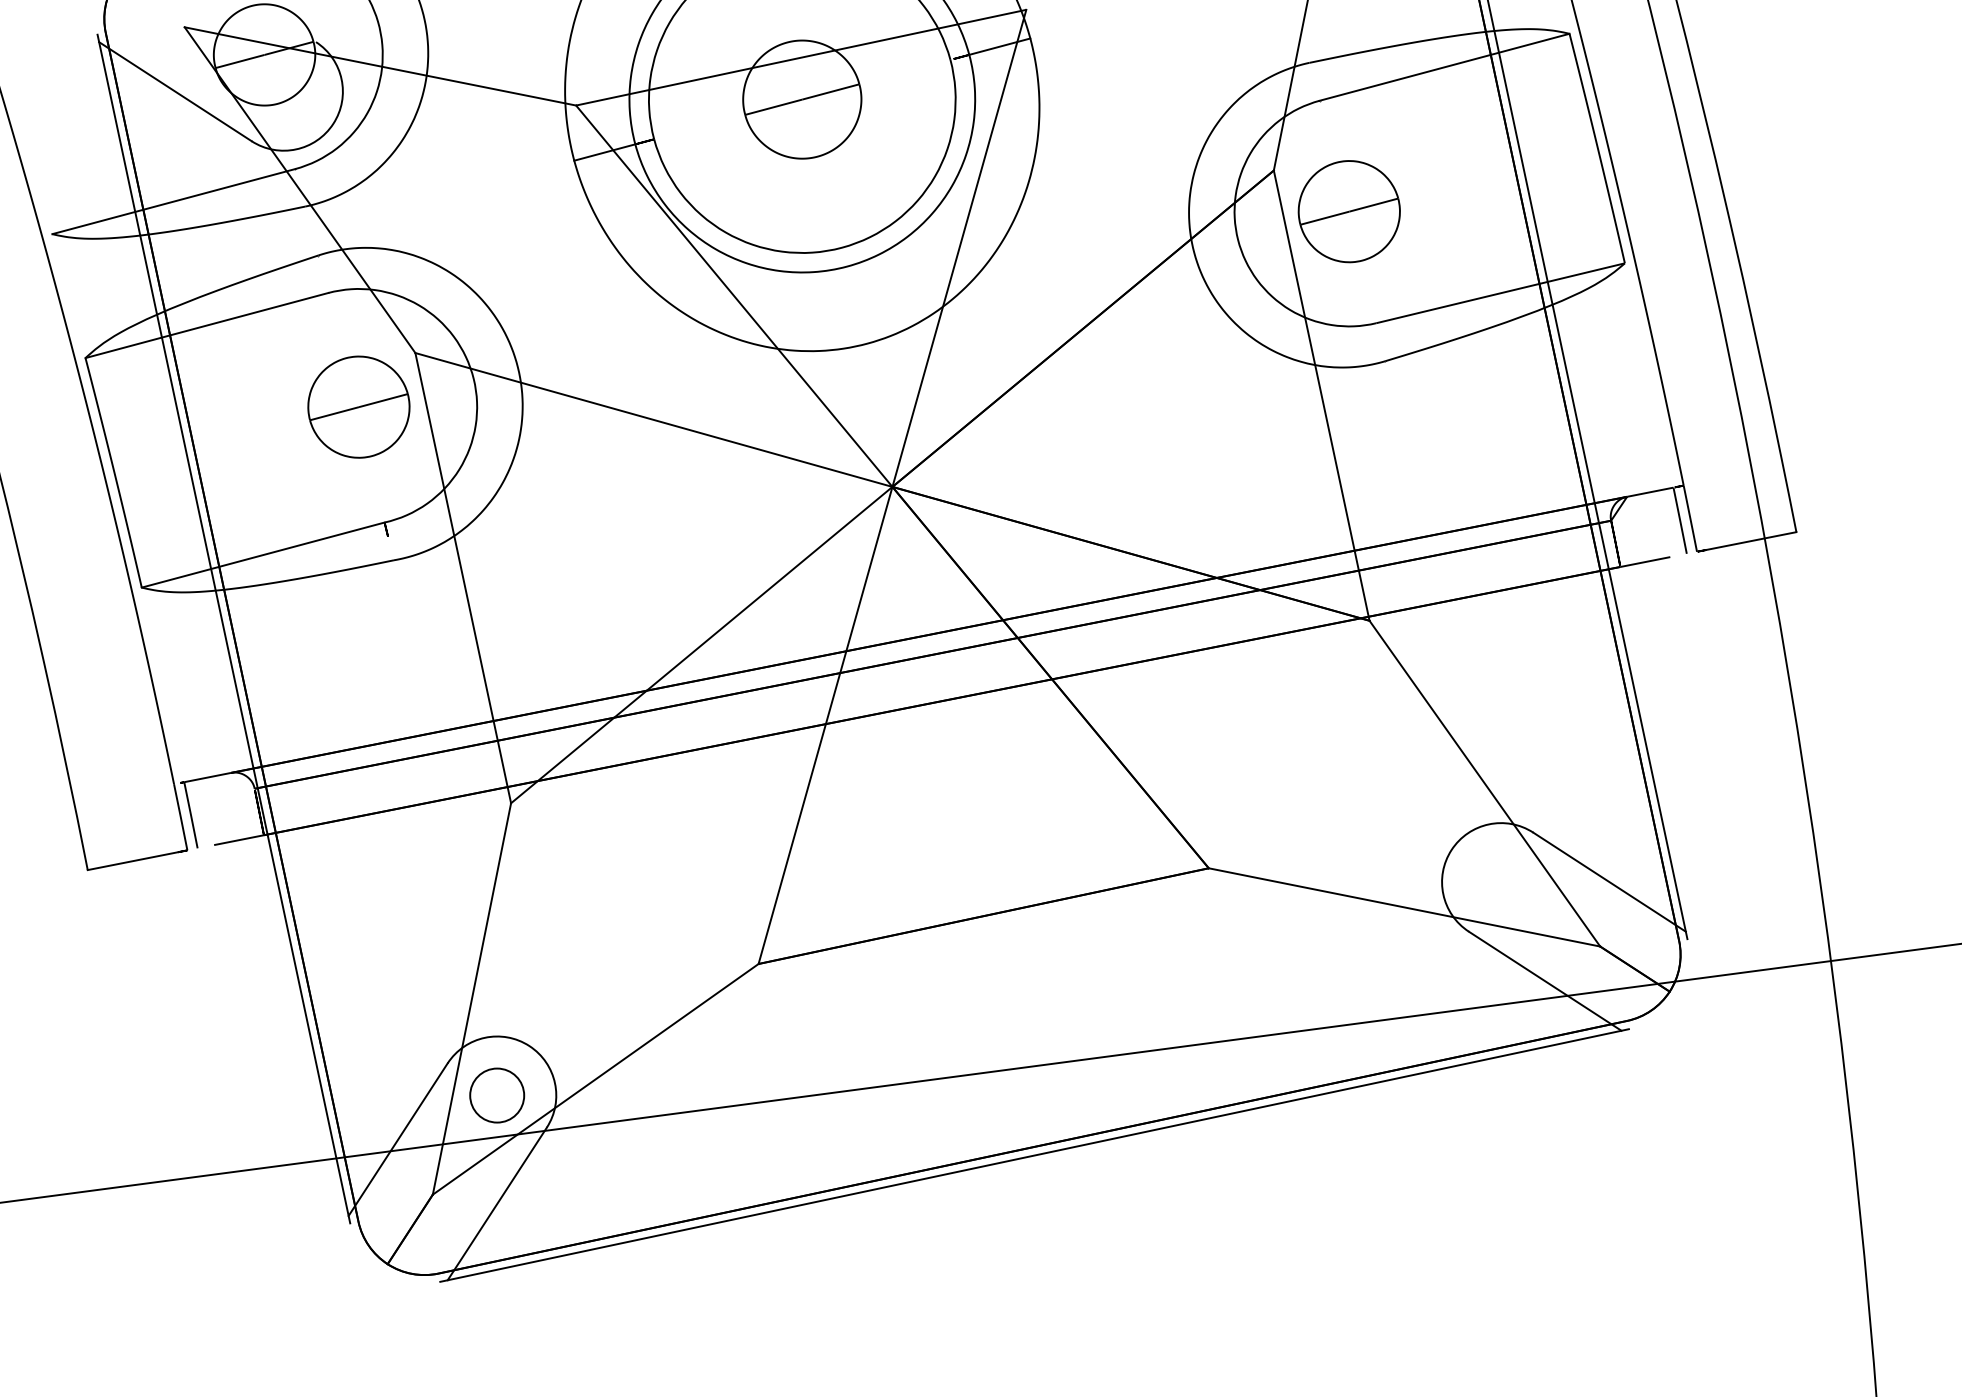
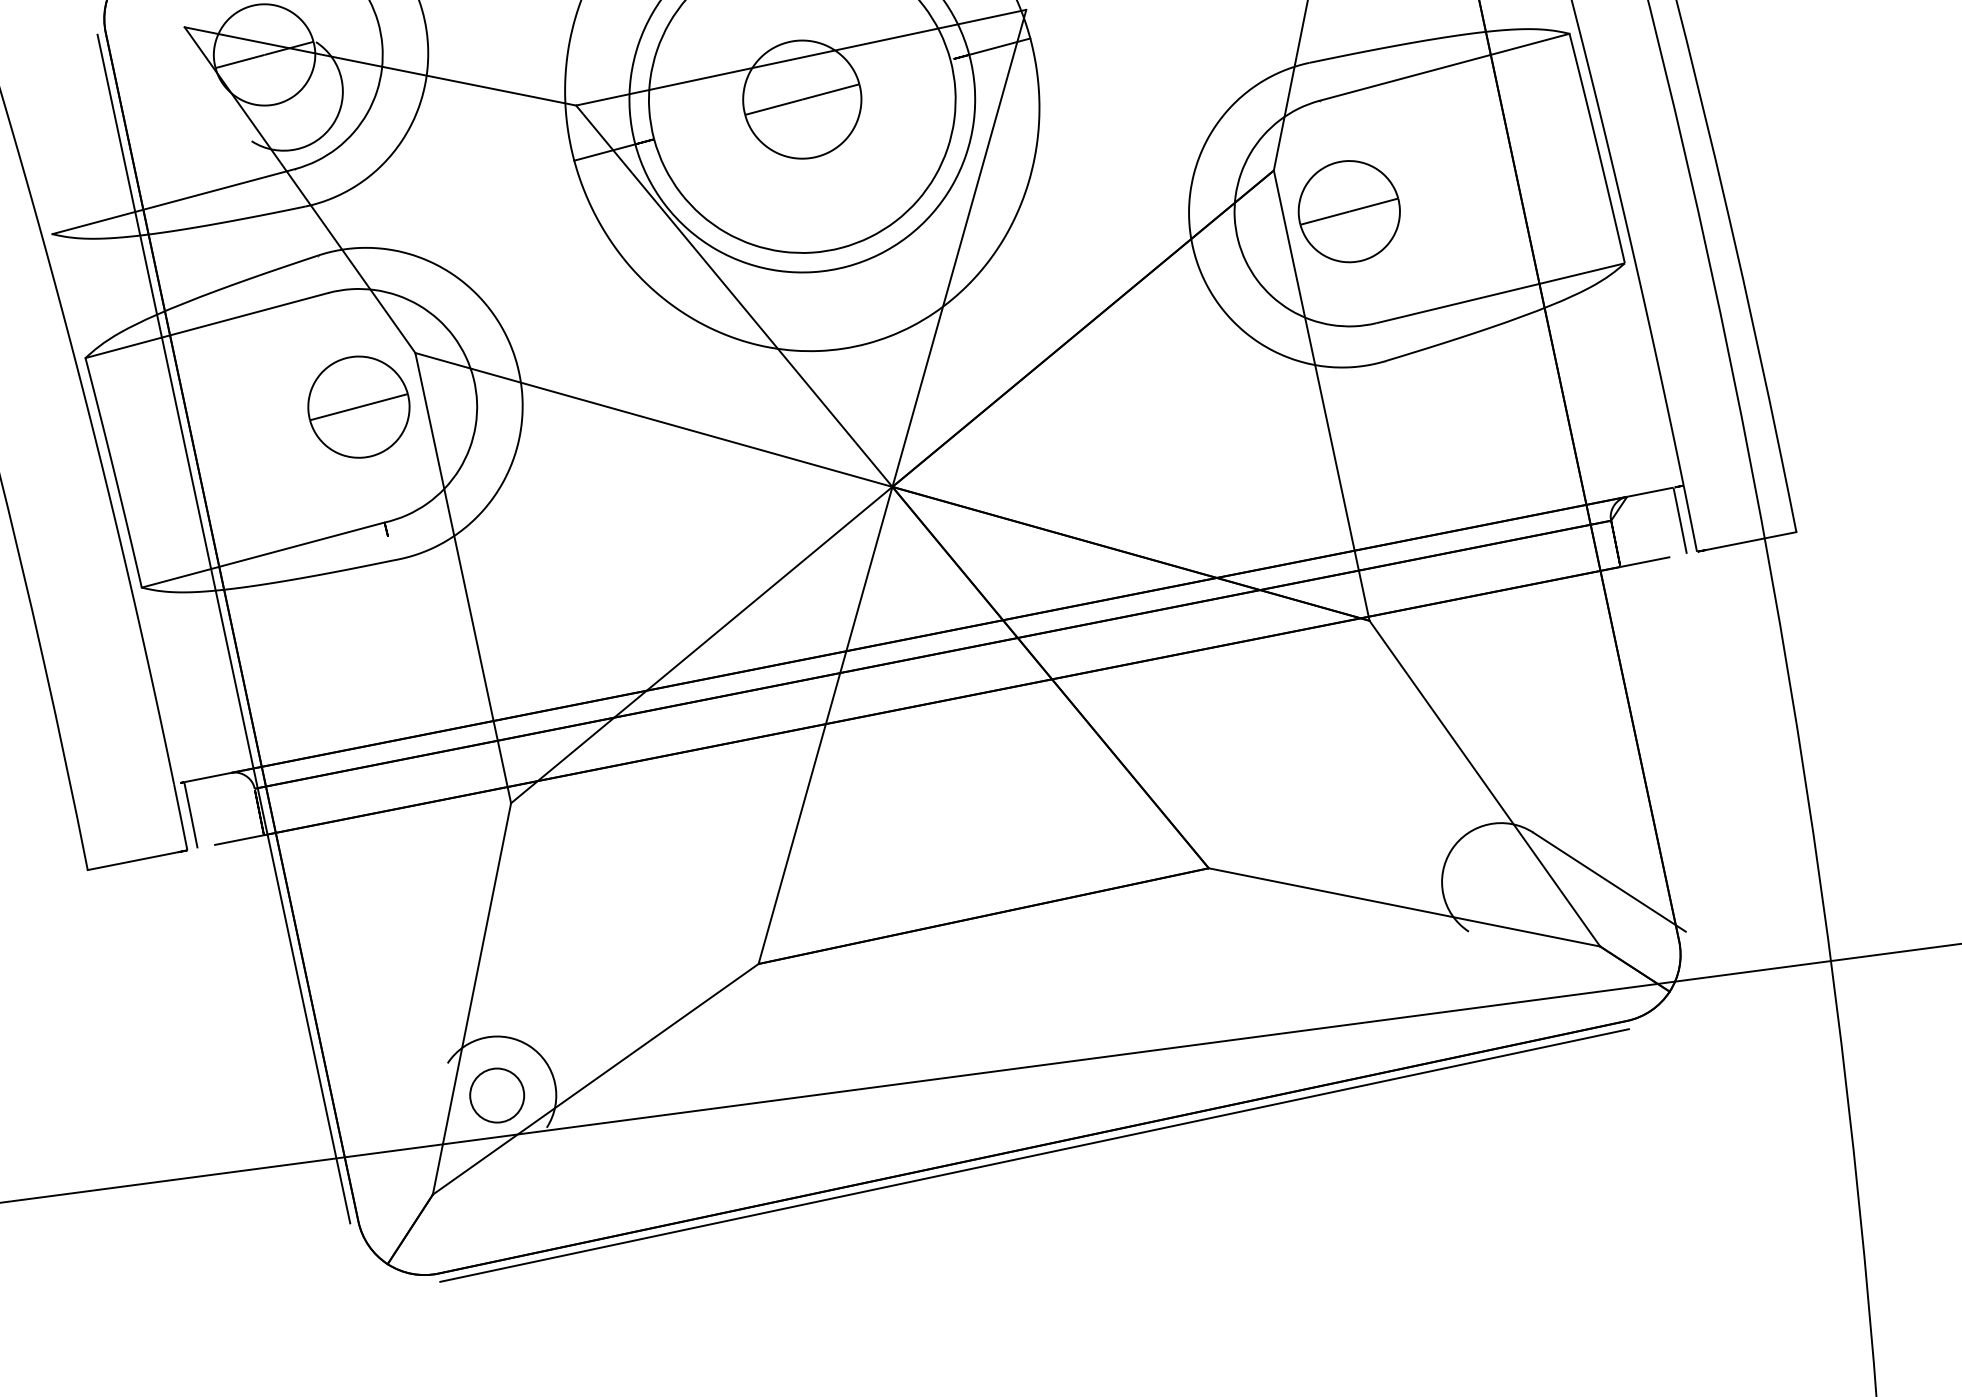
line at (175, 91): present -> none
line at (1587, 470): present -> none
line at (1544, 980): present -> none
line at (397, 1139): present -> none
line at (496, 1203): present -> none
